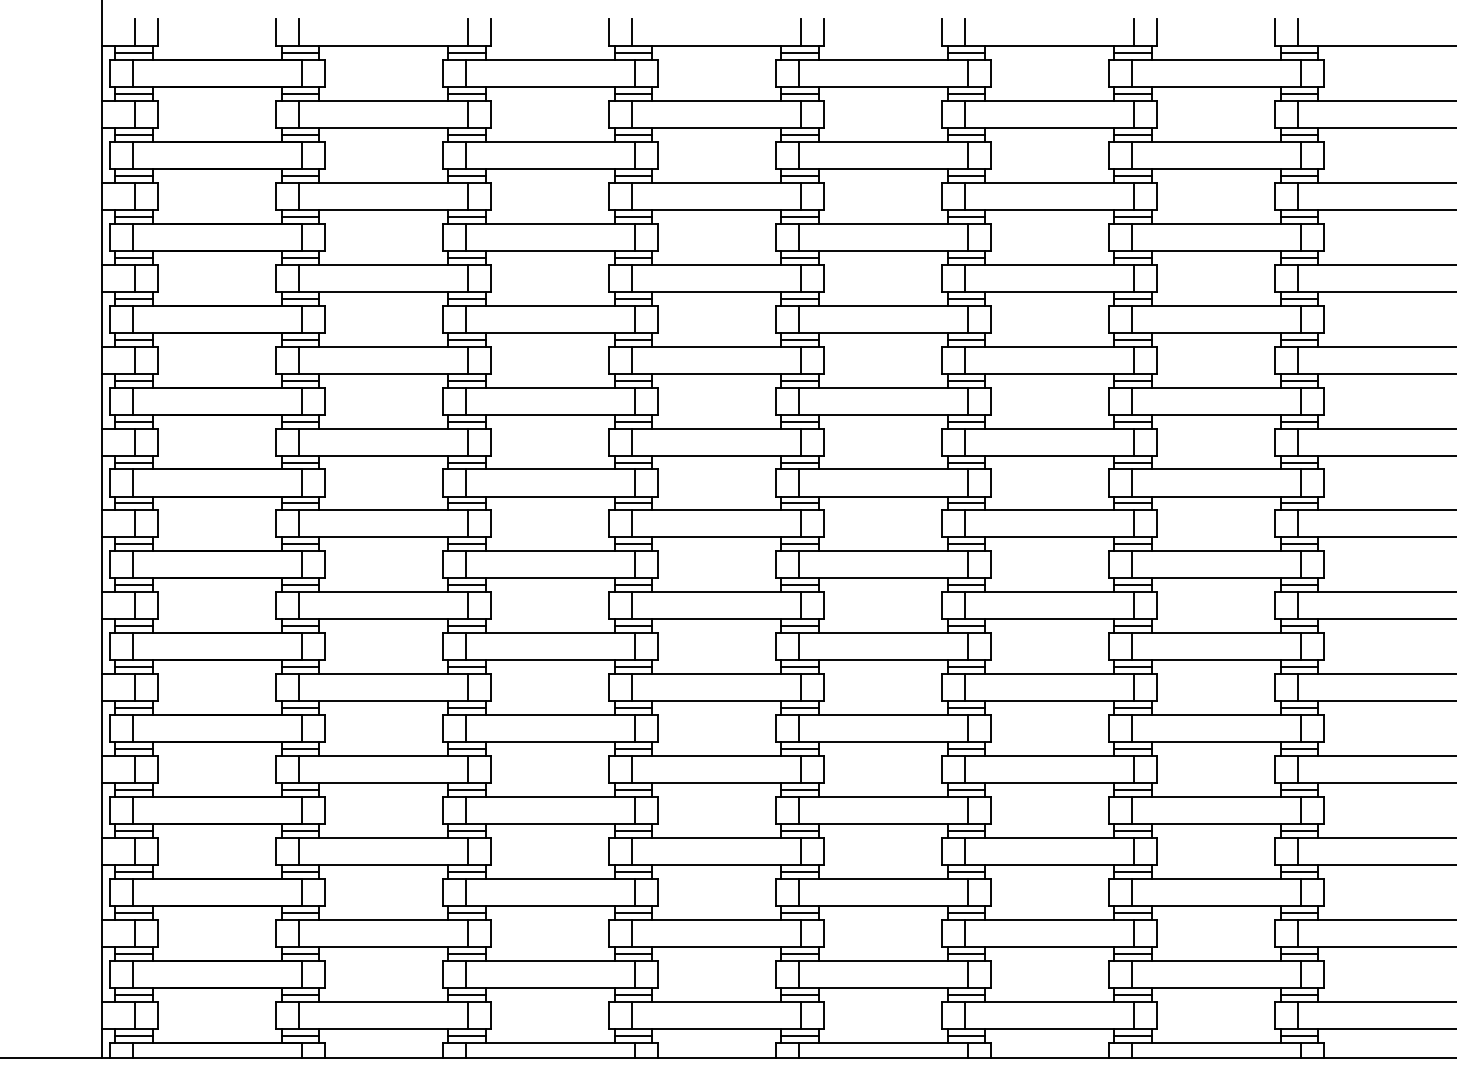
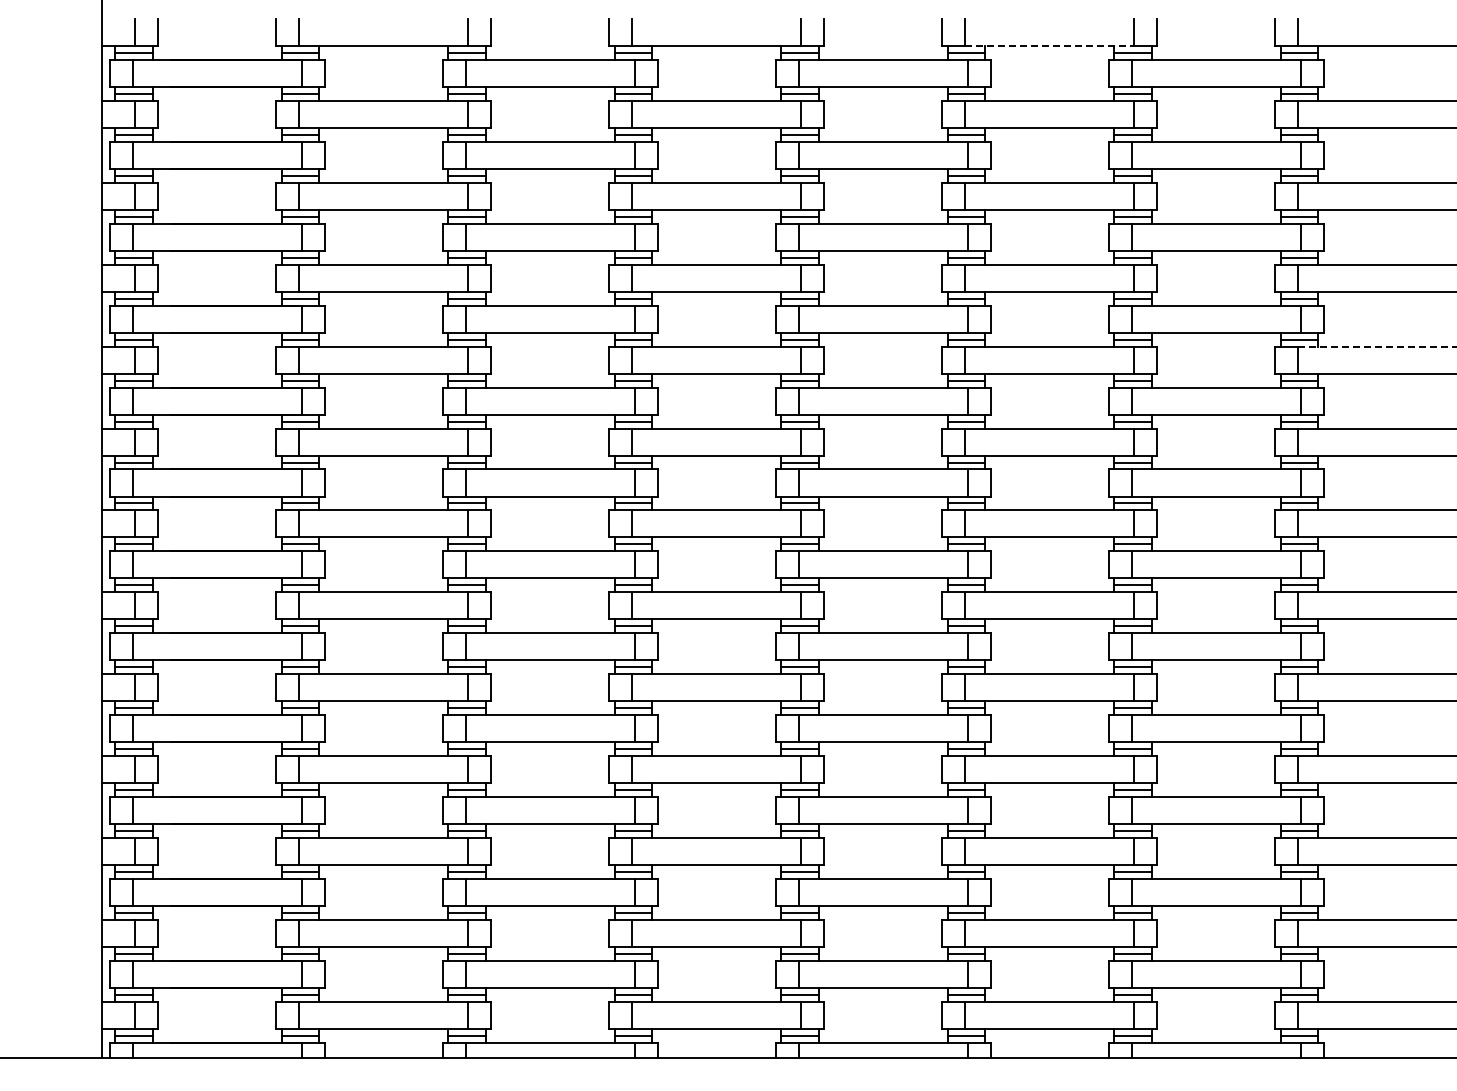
line at (1050, 46): solid -> dashed
line at (1377, 346): solid -> dashed
